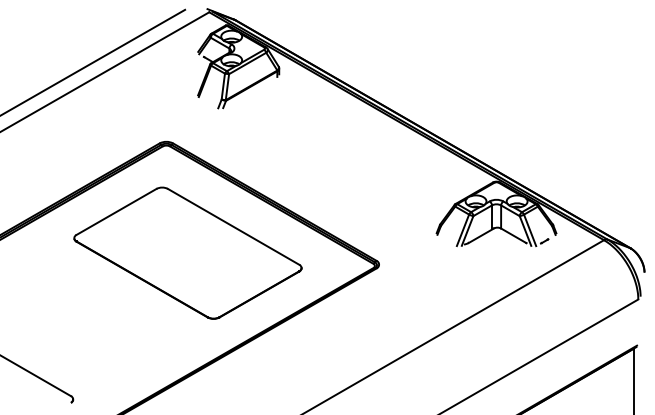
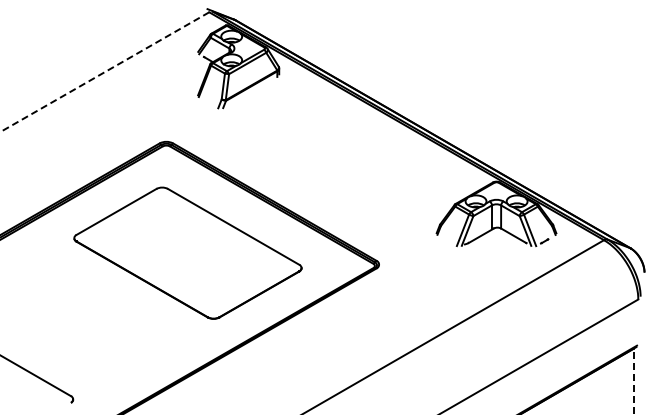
line at (93, 61): present -> none
line at (104, 72): solid -> dashed
line at (633, 381): solid -> dashed
